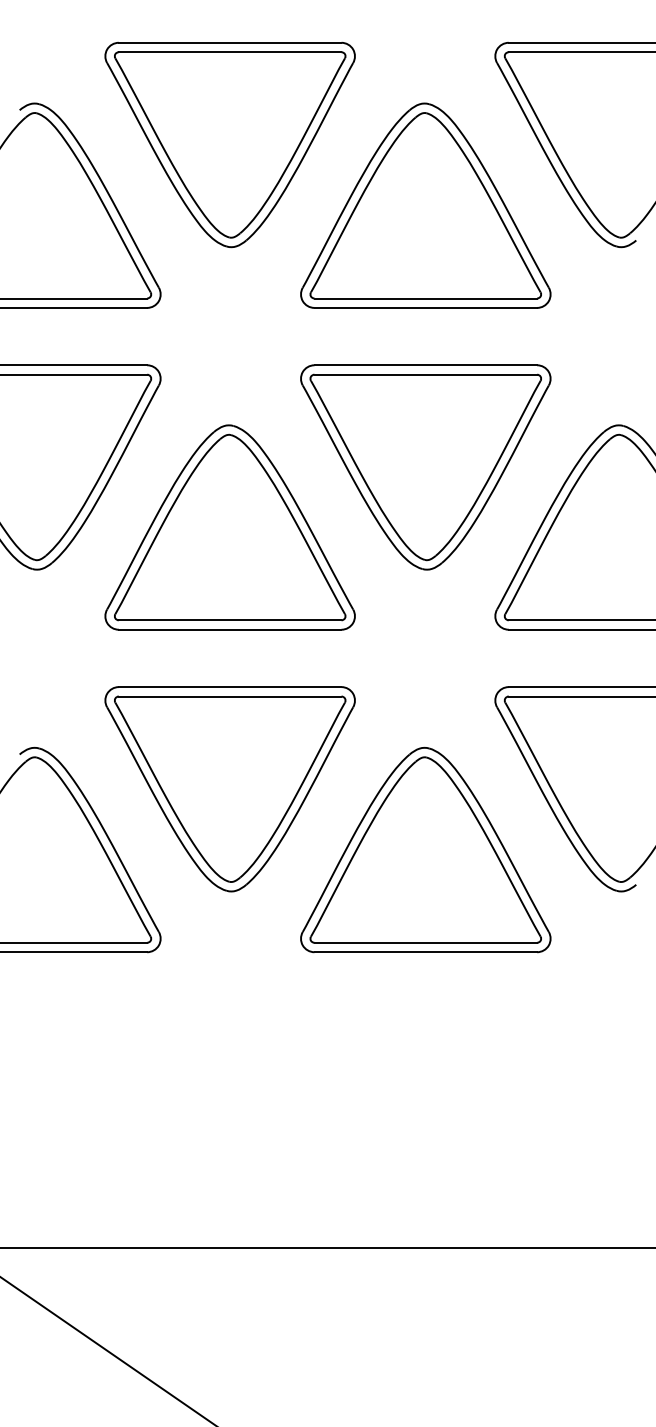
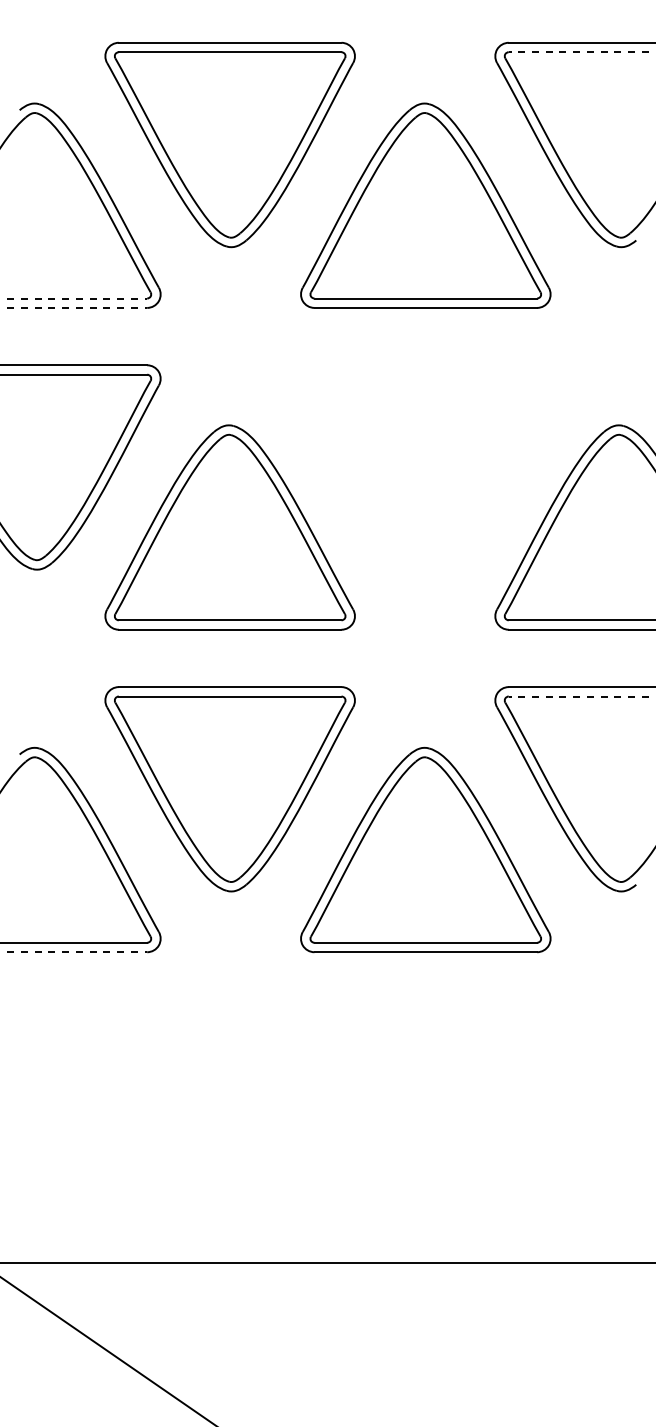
line at (581, 52): solid -> dashed
line at (74, 298): solid -> dashed
line at (74, 307): solid -> dashed
part at (425, 467): present -> none
line at (581, 696): solid -> dashed
line at (74, 952): solid -> dashed
line at (327, 1248) position: (327, 1248) -> (327, 1263)
